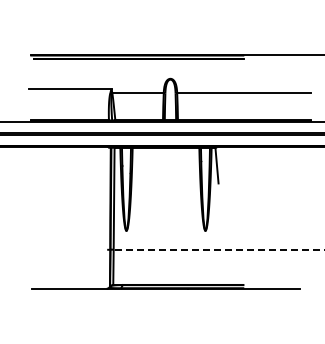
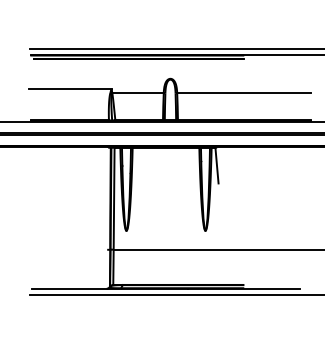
line at (175, 49): none -> present
line at (218, 249): dashed -> solid
line at (175, 294): none -> present
